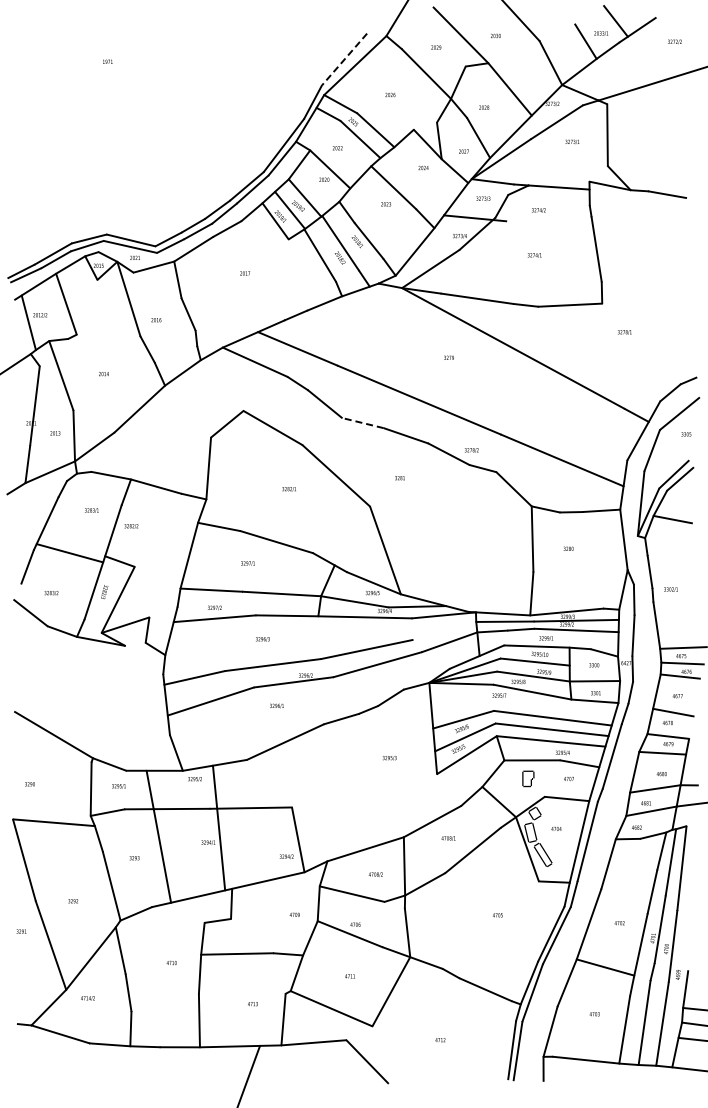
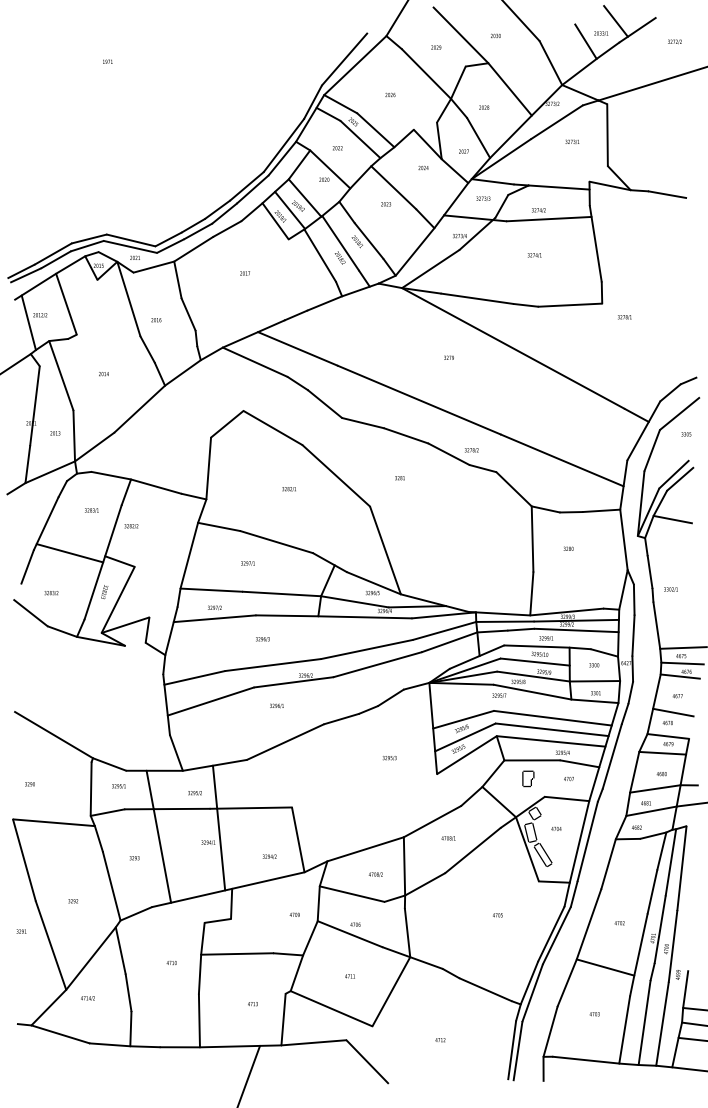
line at (344, 59): dashed -> solid
line at (549, 218): none -> present
text at (624, 332) position: (624, 332) -> (624, 317)
line at (362, 423): dashed -> solid
line at (444, 630): none -> present
text at (194, 779) position: (194, 779) -> (194, 793)
text at (286, 856) position: (286, 856) -> (269, 856)
